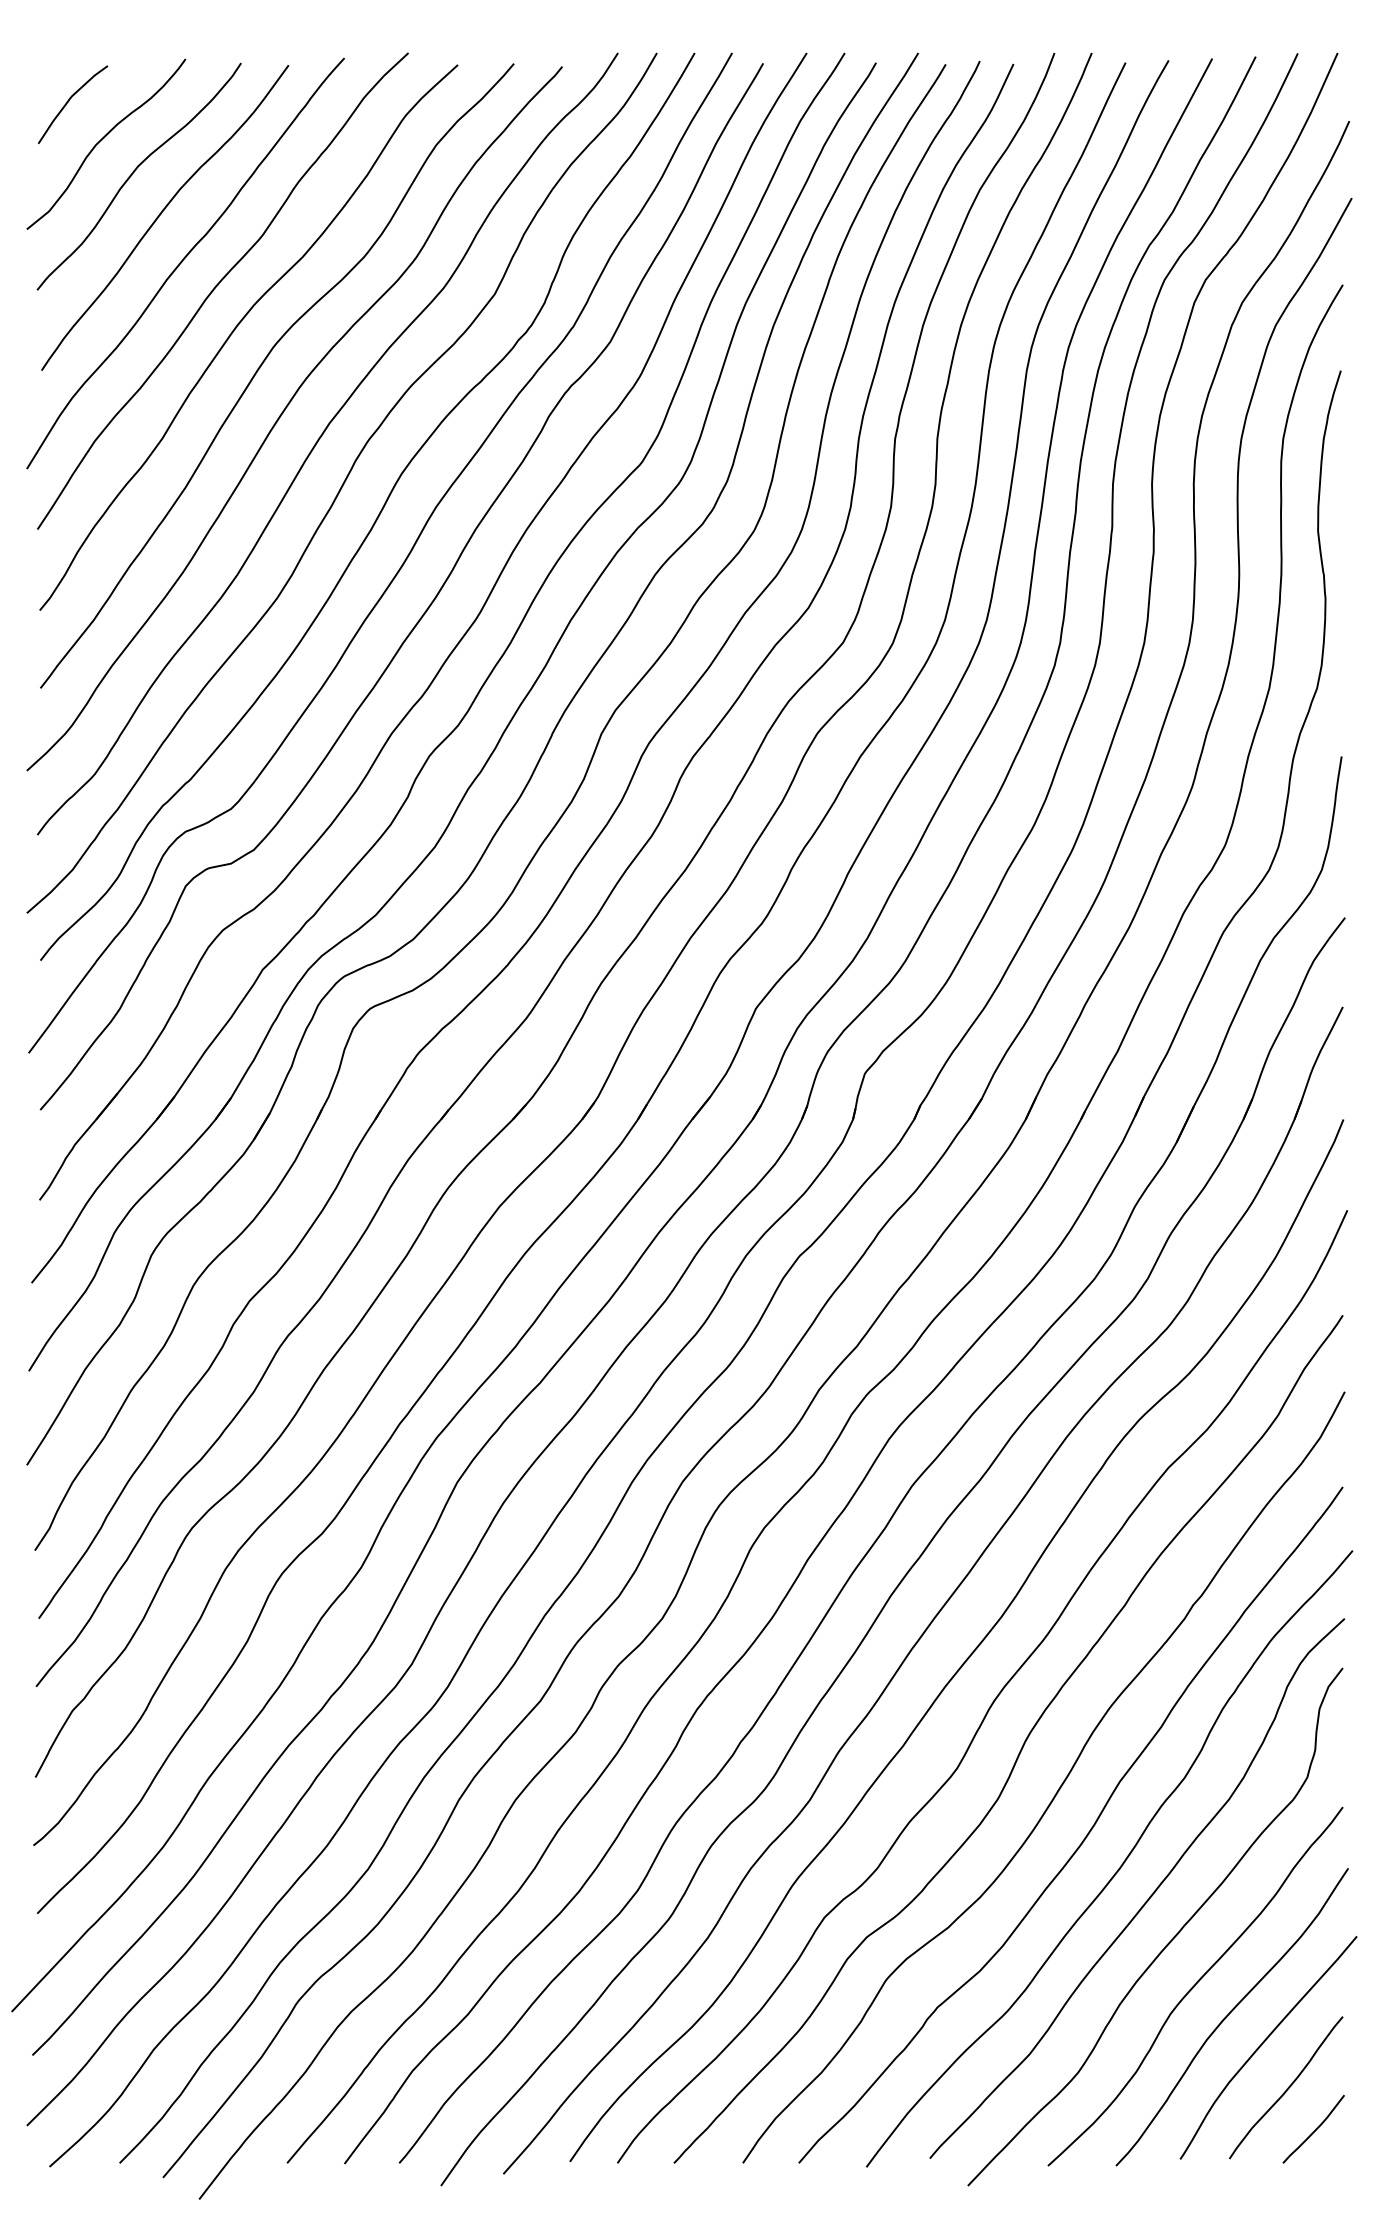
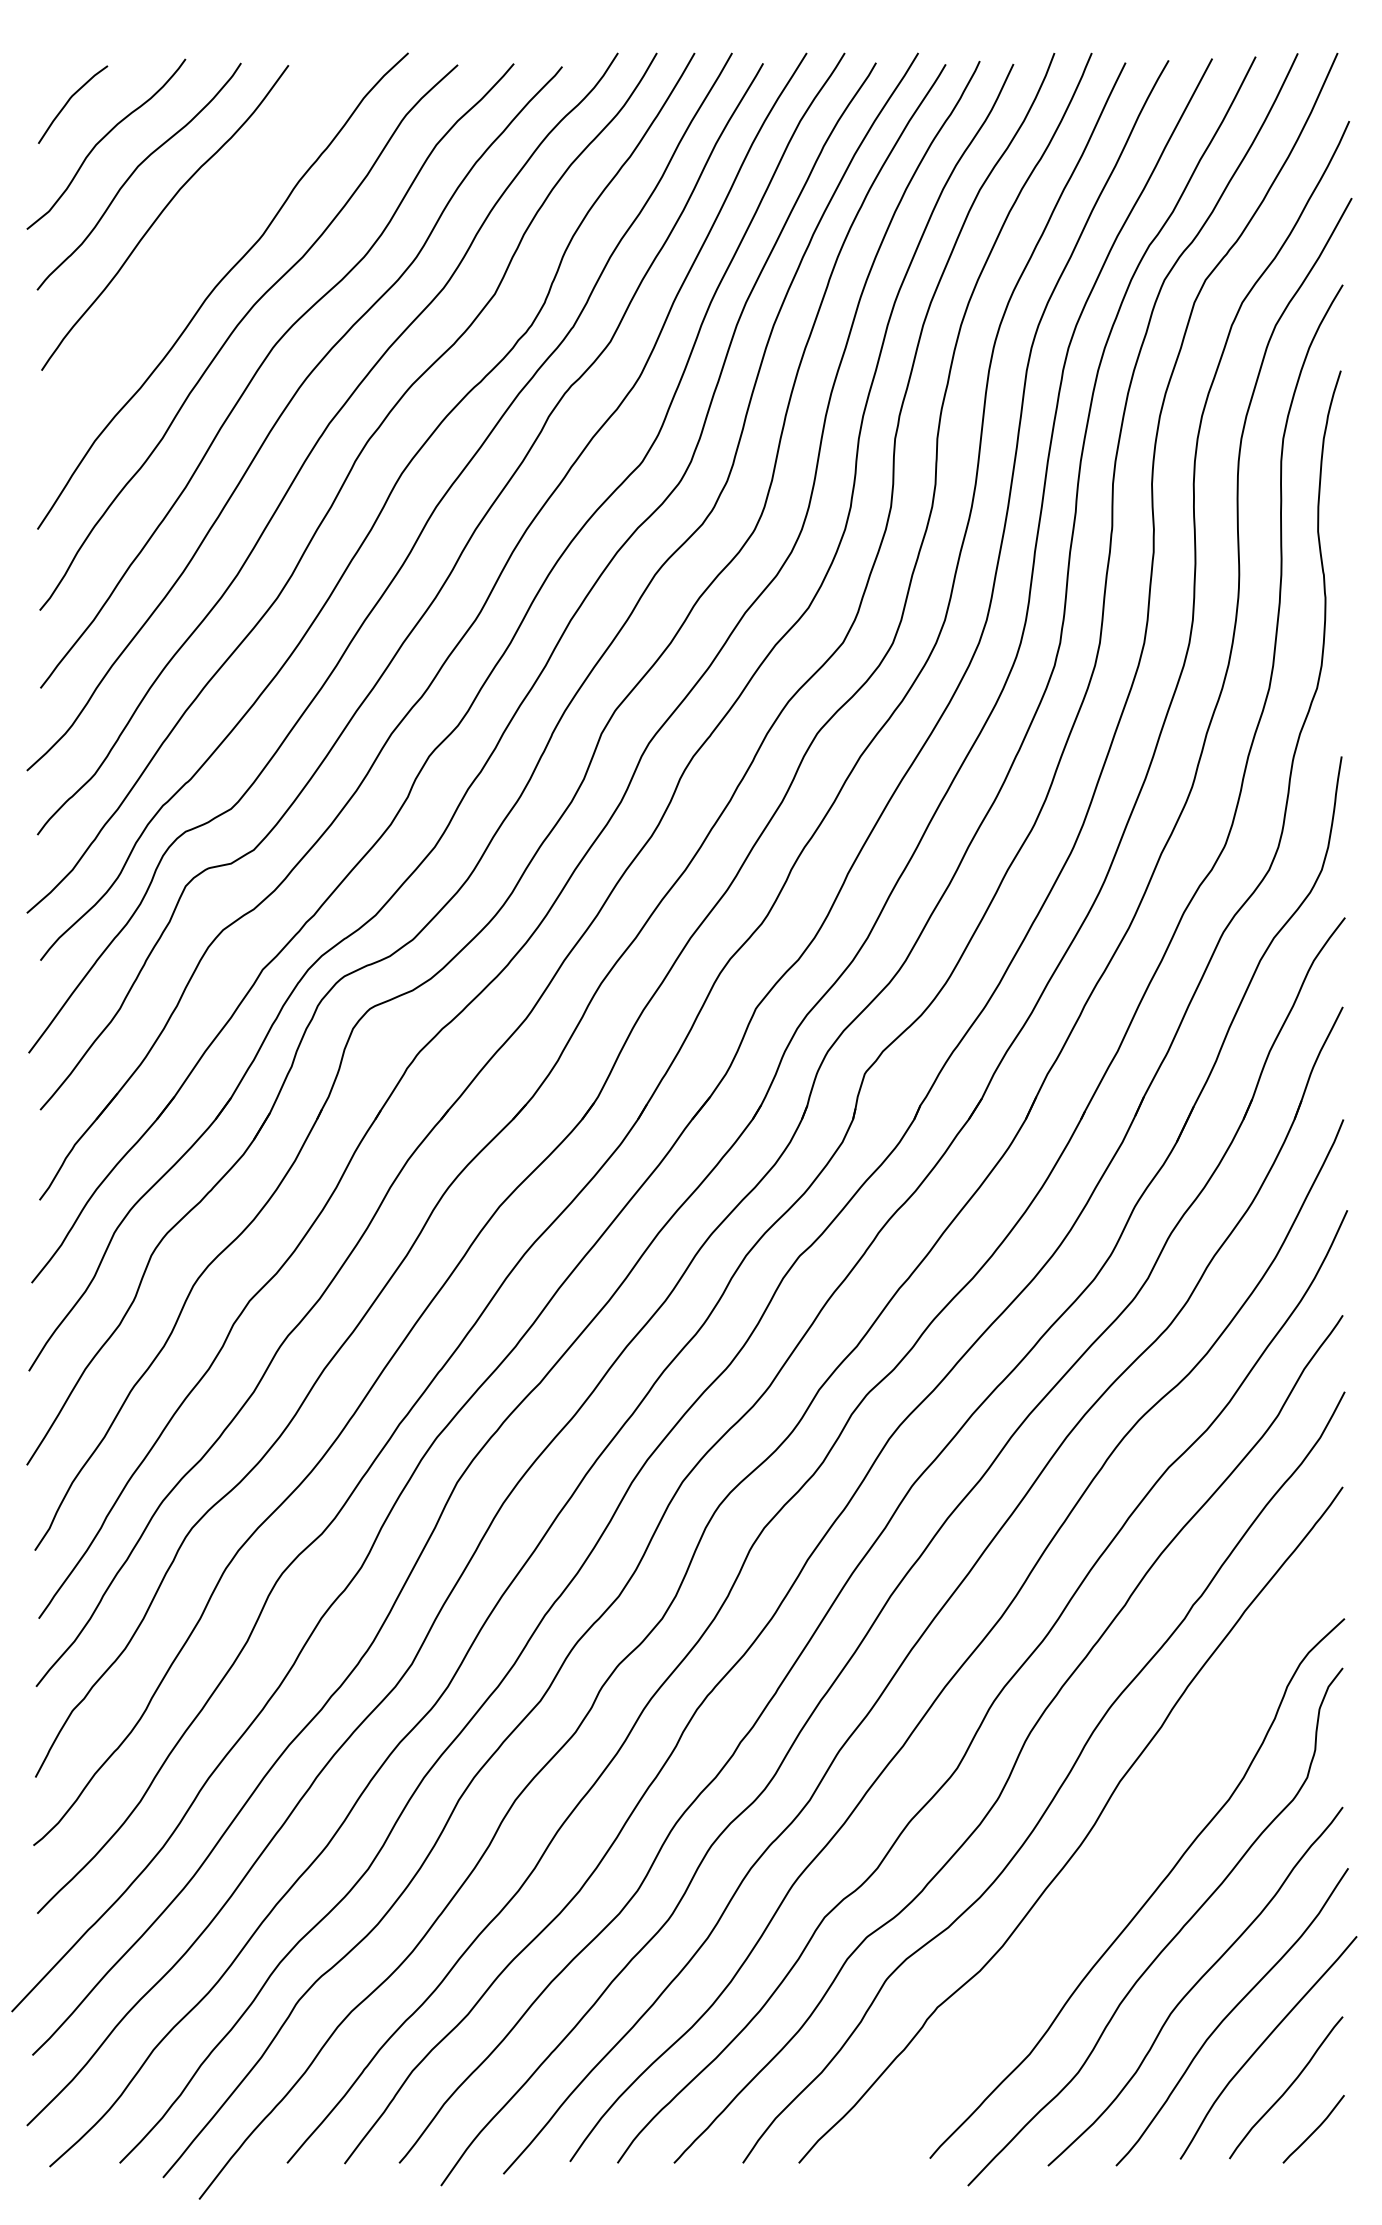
curve at (183, 261): present -> none
curve at (1120, 1865): present -> none
